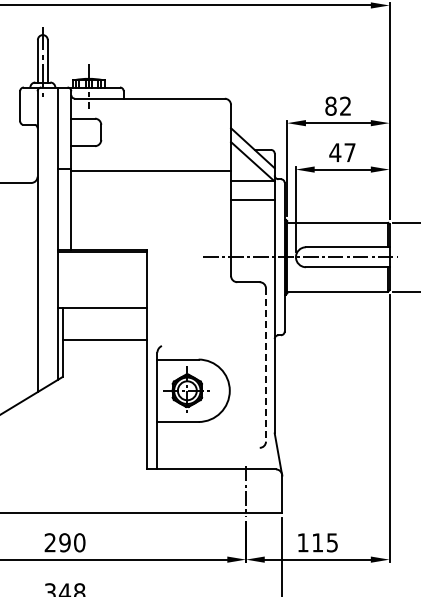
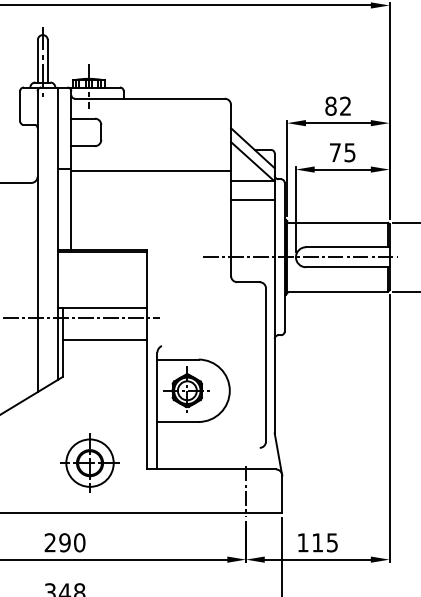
text at (342, 152): 47 -> 75
line at (81, 318): none -> present
line at (266, 365): dashed -> solid
part at (89, 462): none -> present
